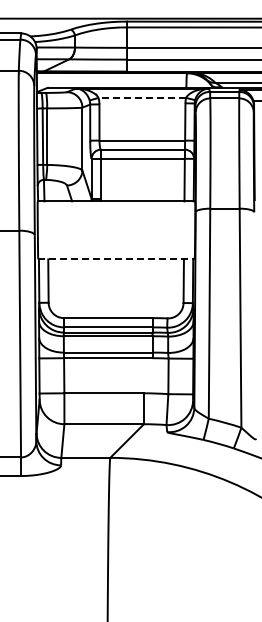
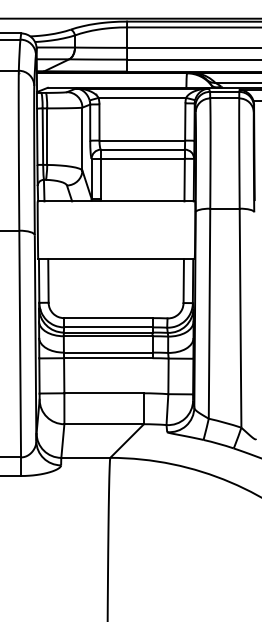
line at (142, 97): dashed -> solid
line at (116, 259): dashed -> solid
